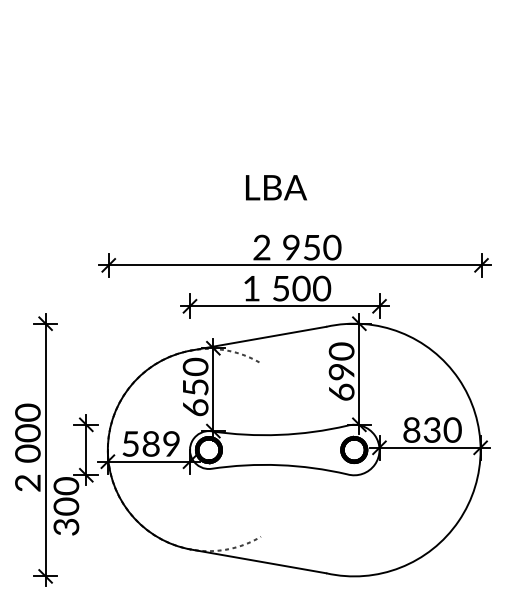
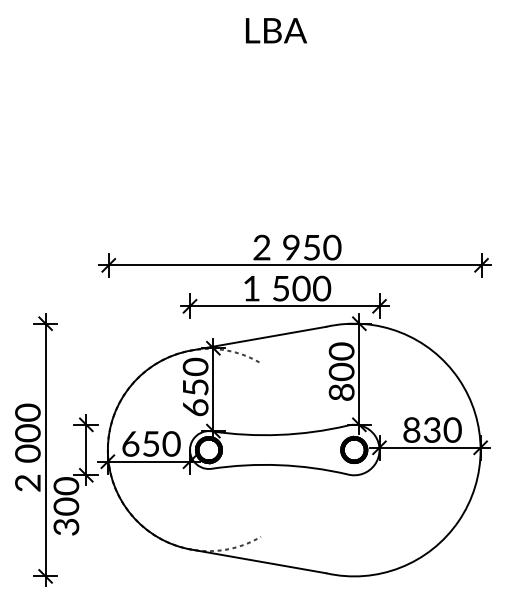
text at (276, 187) position: (276, 187) -> (276, 30)
text at (341, 381): 690 -> 800
text at (151, 443): 589 -> 650
